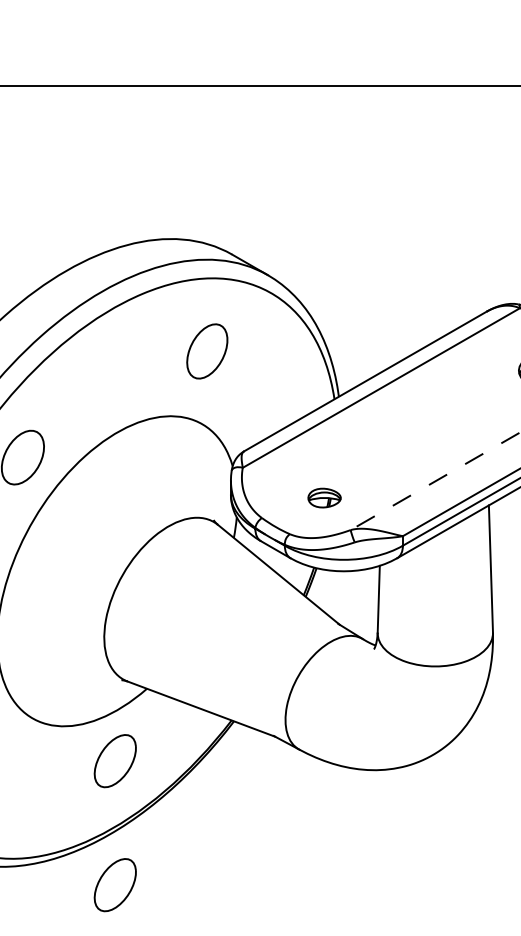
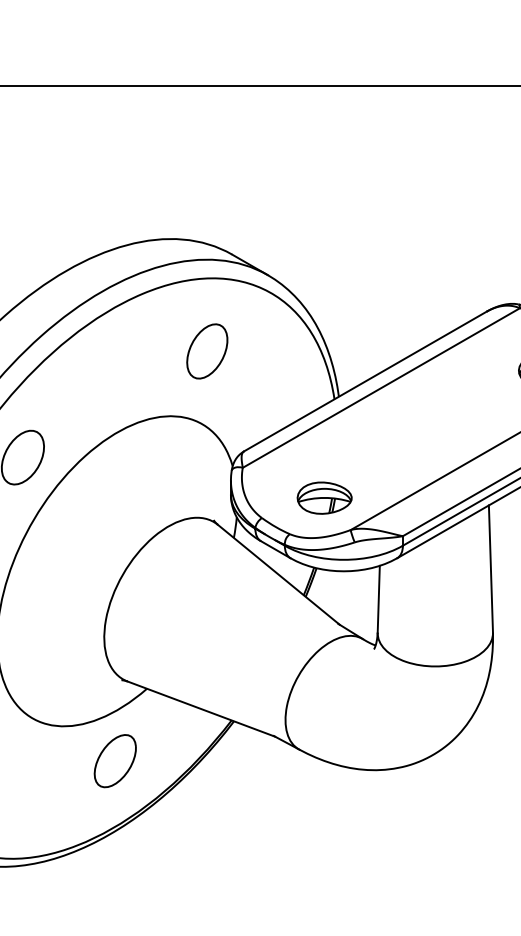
line at (435, 481): dashed -> solid
part at (324, 497) size: 35x22 px -> 57x34 px
part at (114, 885): present -> none
